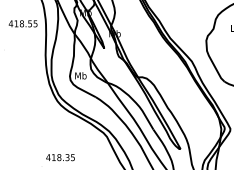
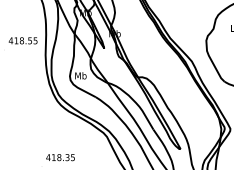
text at (22, 23) position: (22, 23) -> (22, 40)
